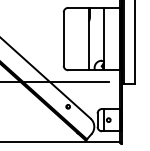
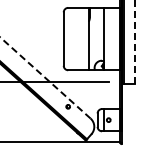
line at (135, 42): solid -> dashed
line at (45, 77): solid -> dashed
